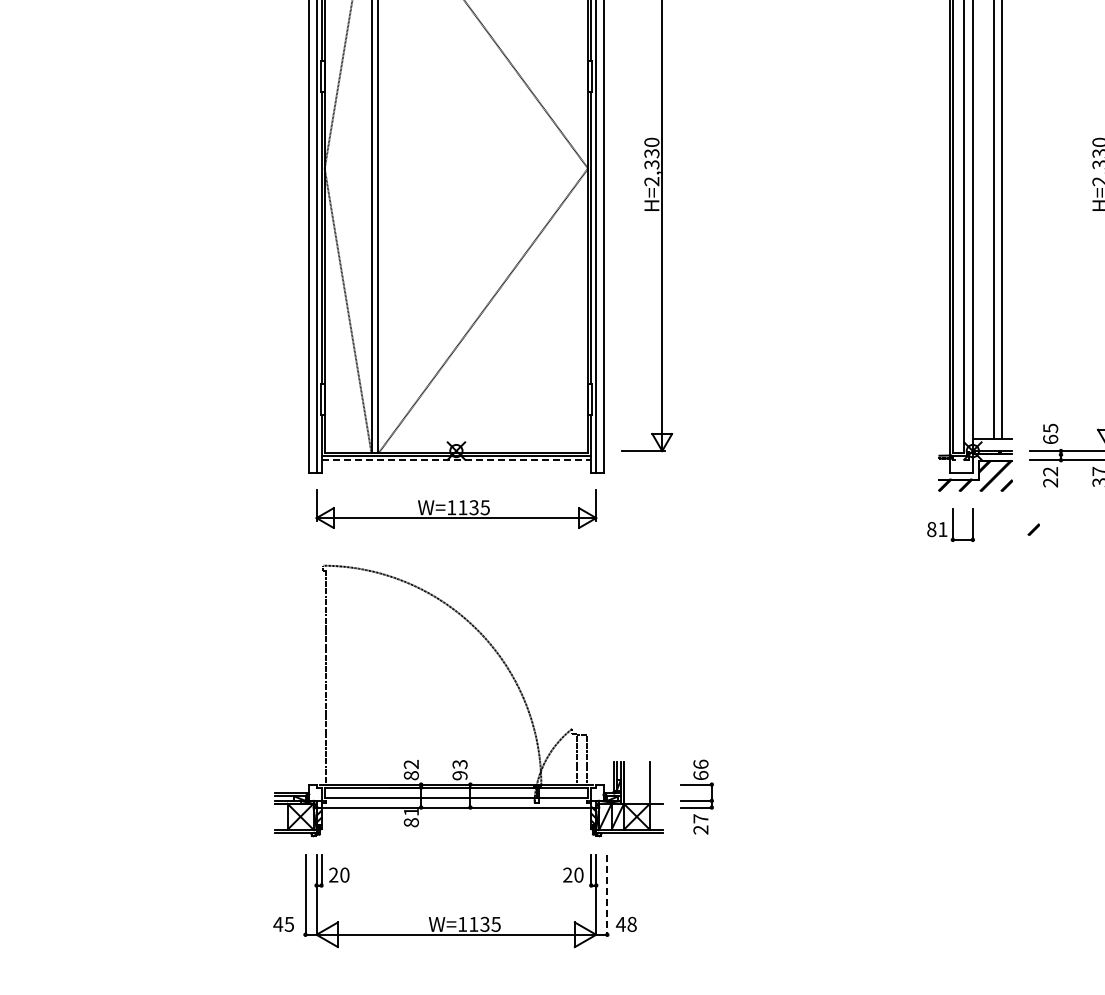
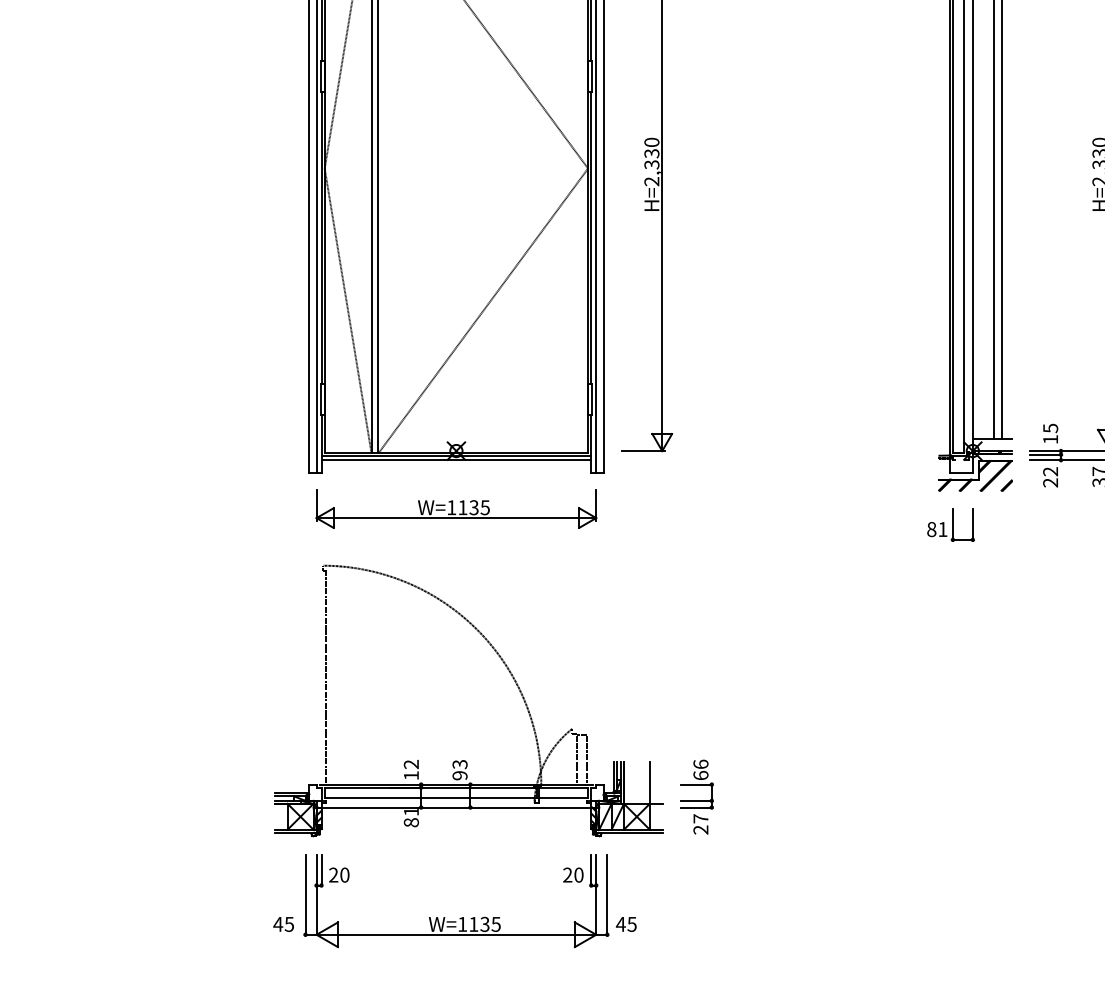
text at (1050, 438): 65 -> 15
line at (1045, 454): none -> present
line at (456, 460): dashed -> solid
line at (1033, 529): present -> none
text at (410, 775): 82 -> 12
line at (607, 895): dashed -> solid
text at (631, 923): 48 -> 45
